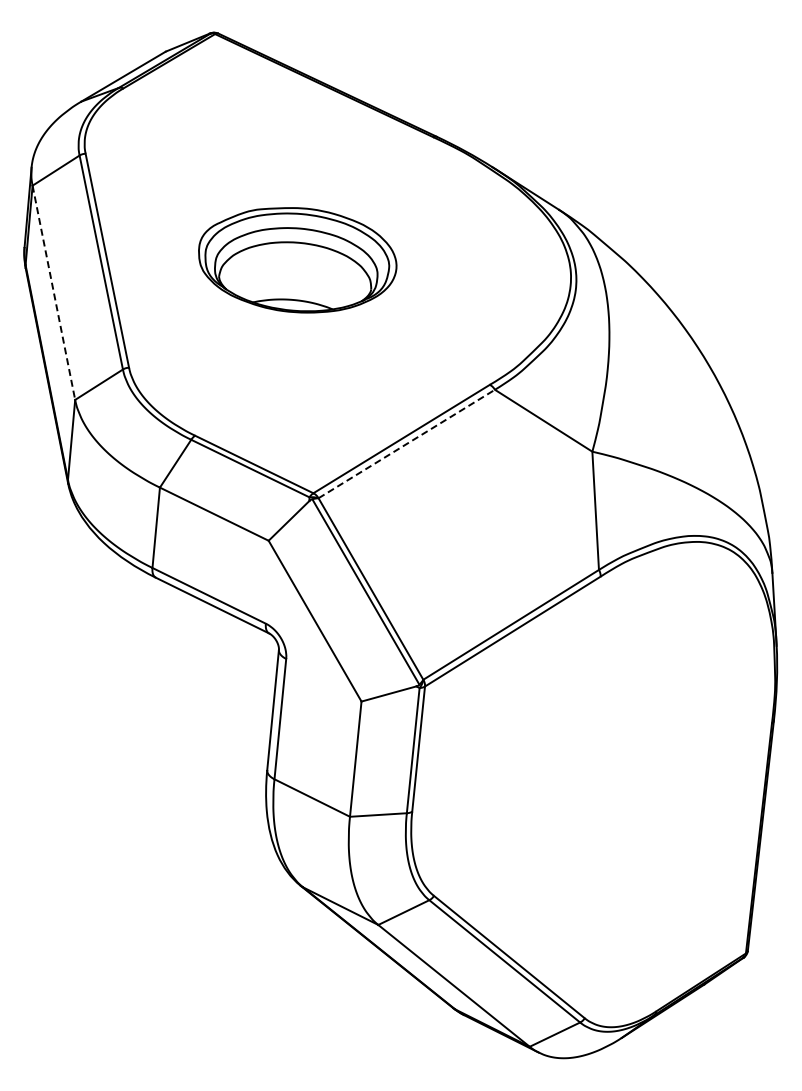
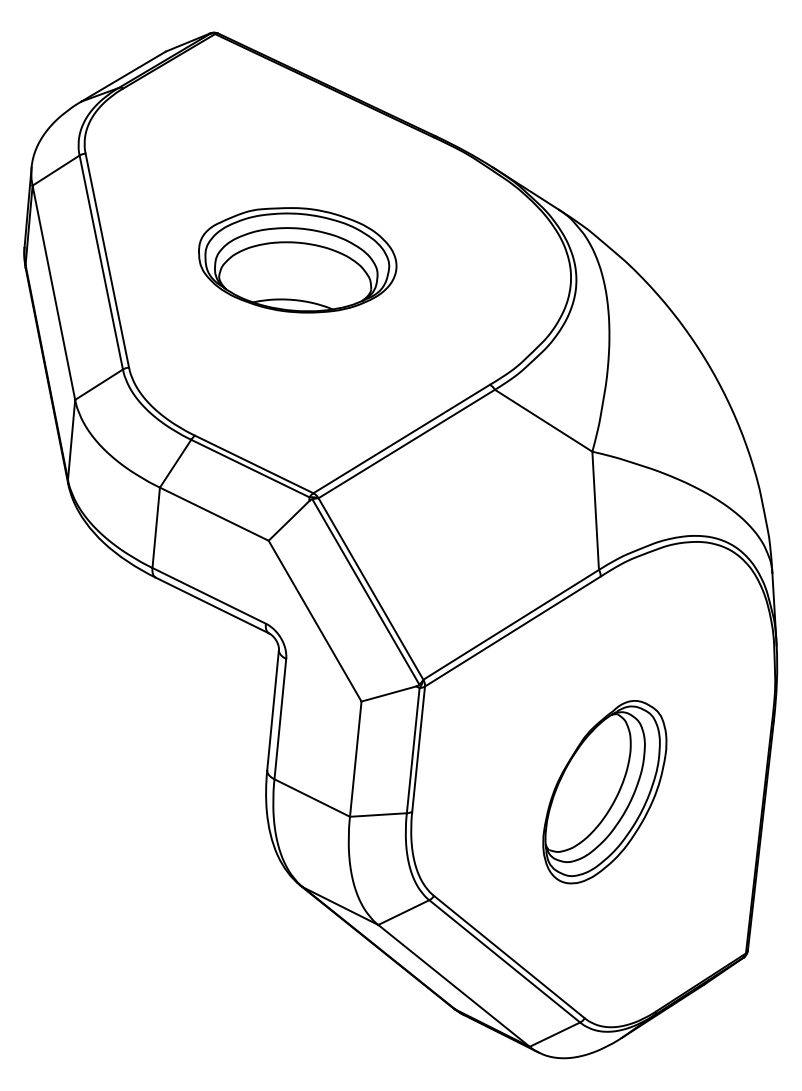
line at (53, 293): dashed -> solid
line at (406, 444): dashed -> solid
part at (604, 792): none -> present
